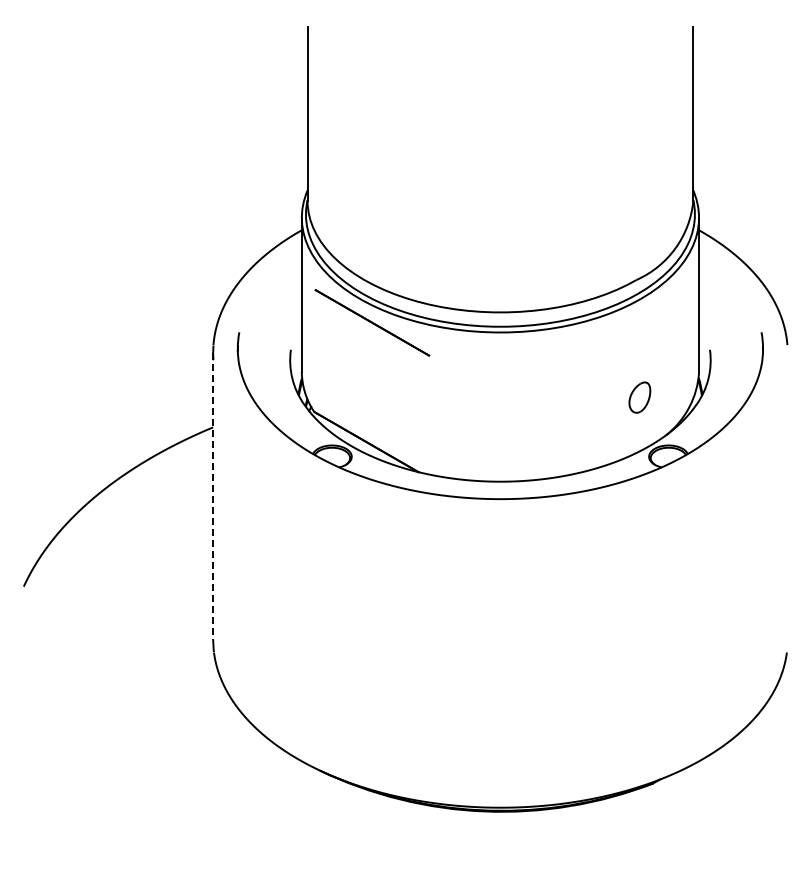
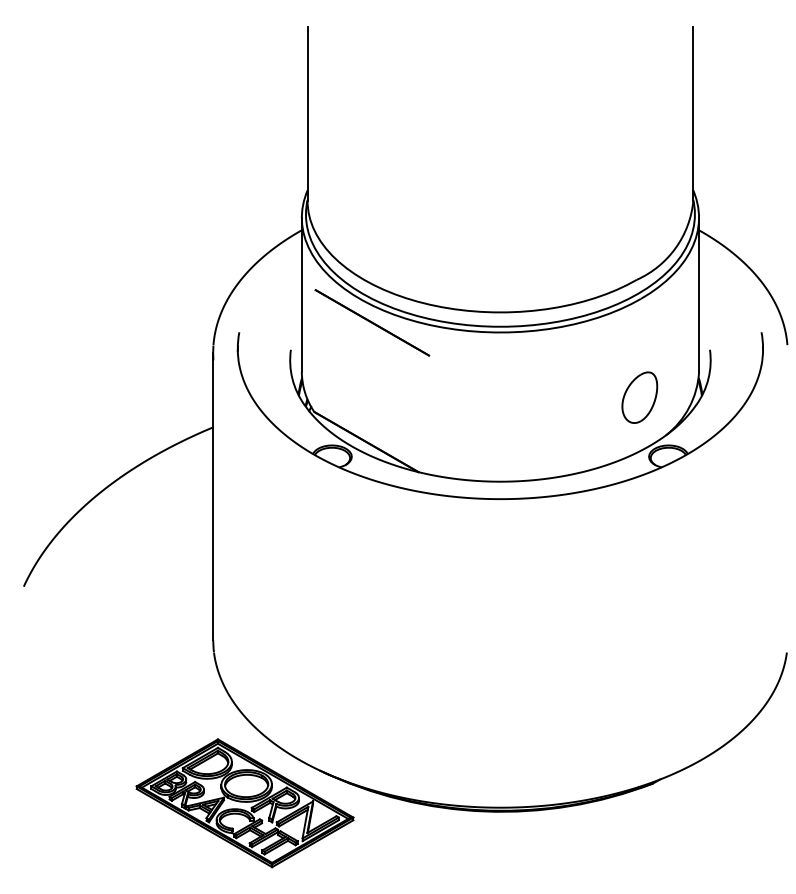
part at (639, 397) size: 24x33 px -> 38x53 px
line at (213, 496): dashed -> solid
part at (244, 803): none -> present
